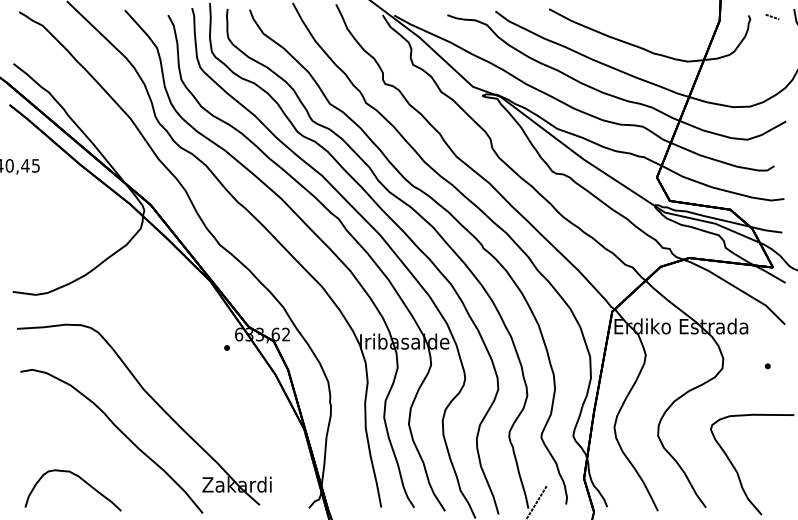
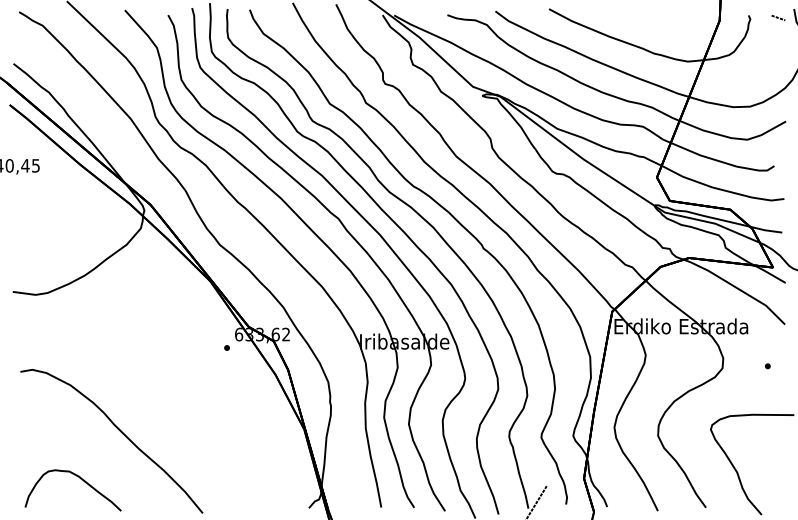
line at (772, 16) position: (772, 16) -> (778, 17)
part at (155, 403): present -> none
